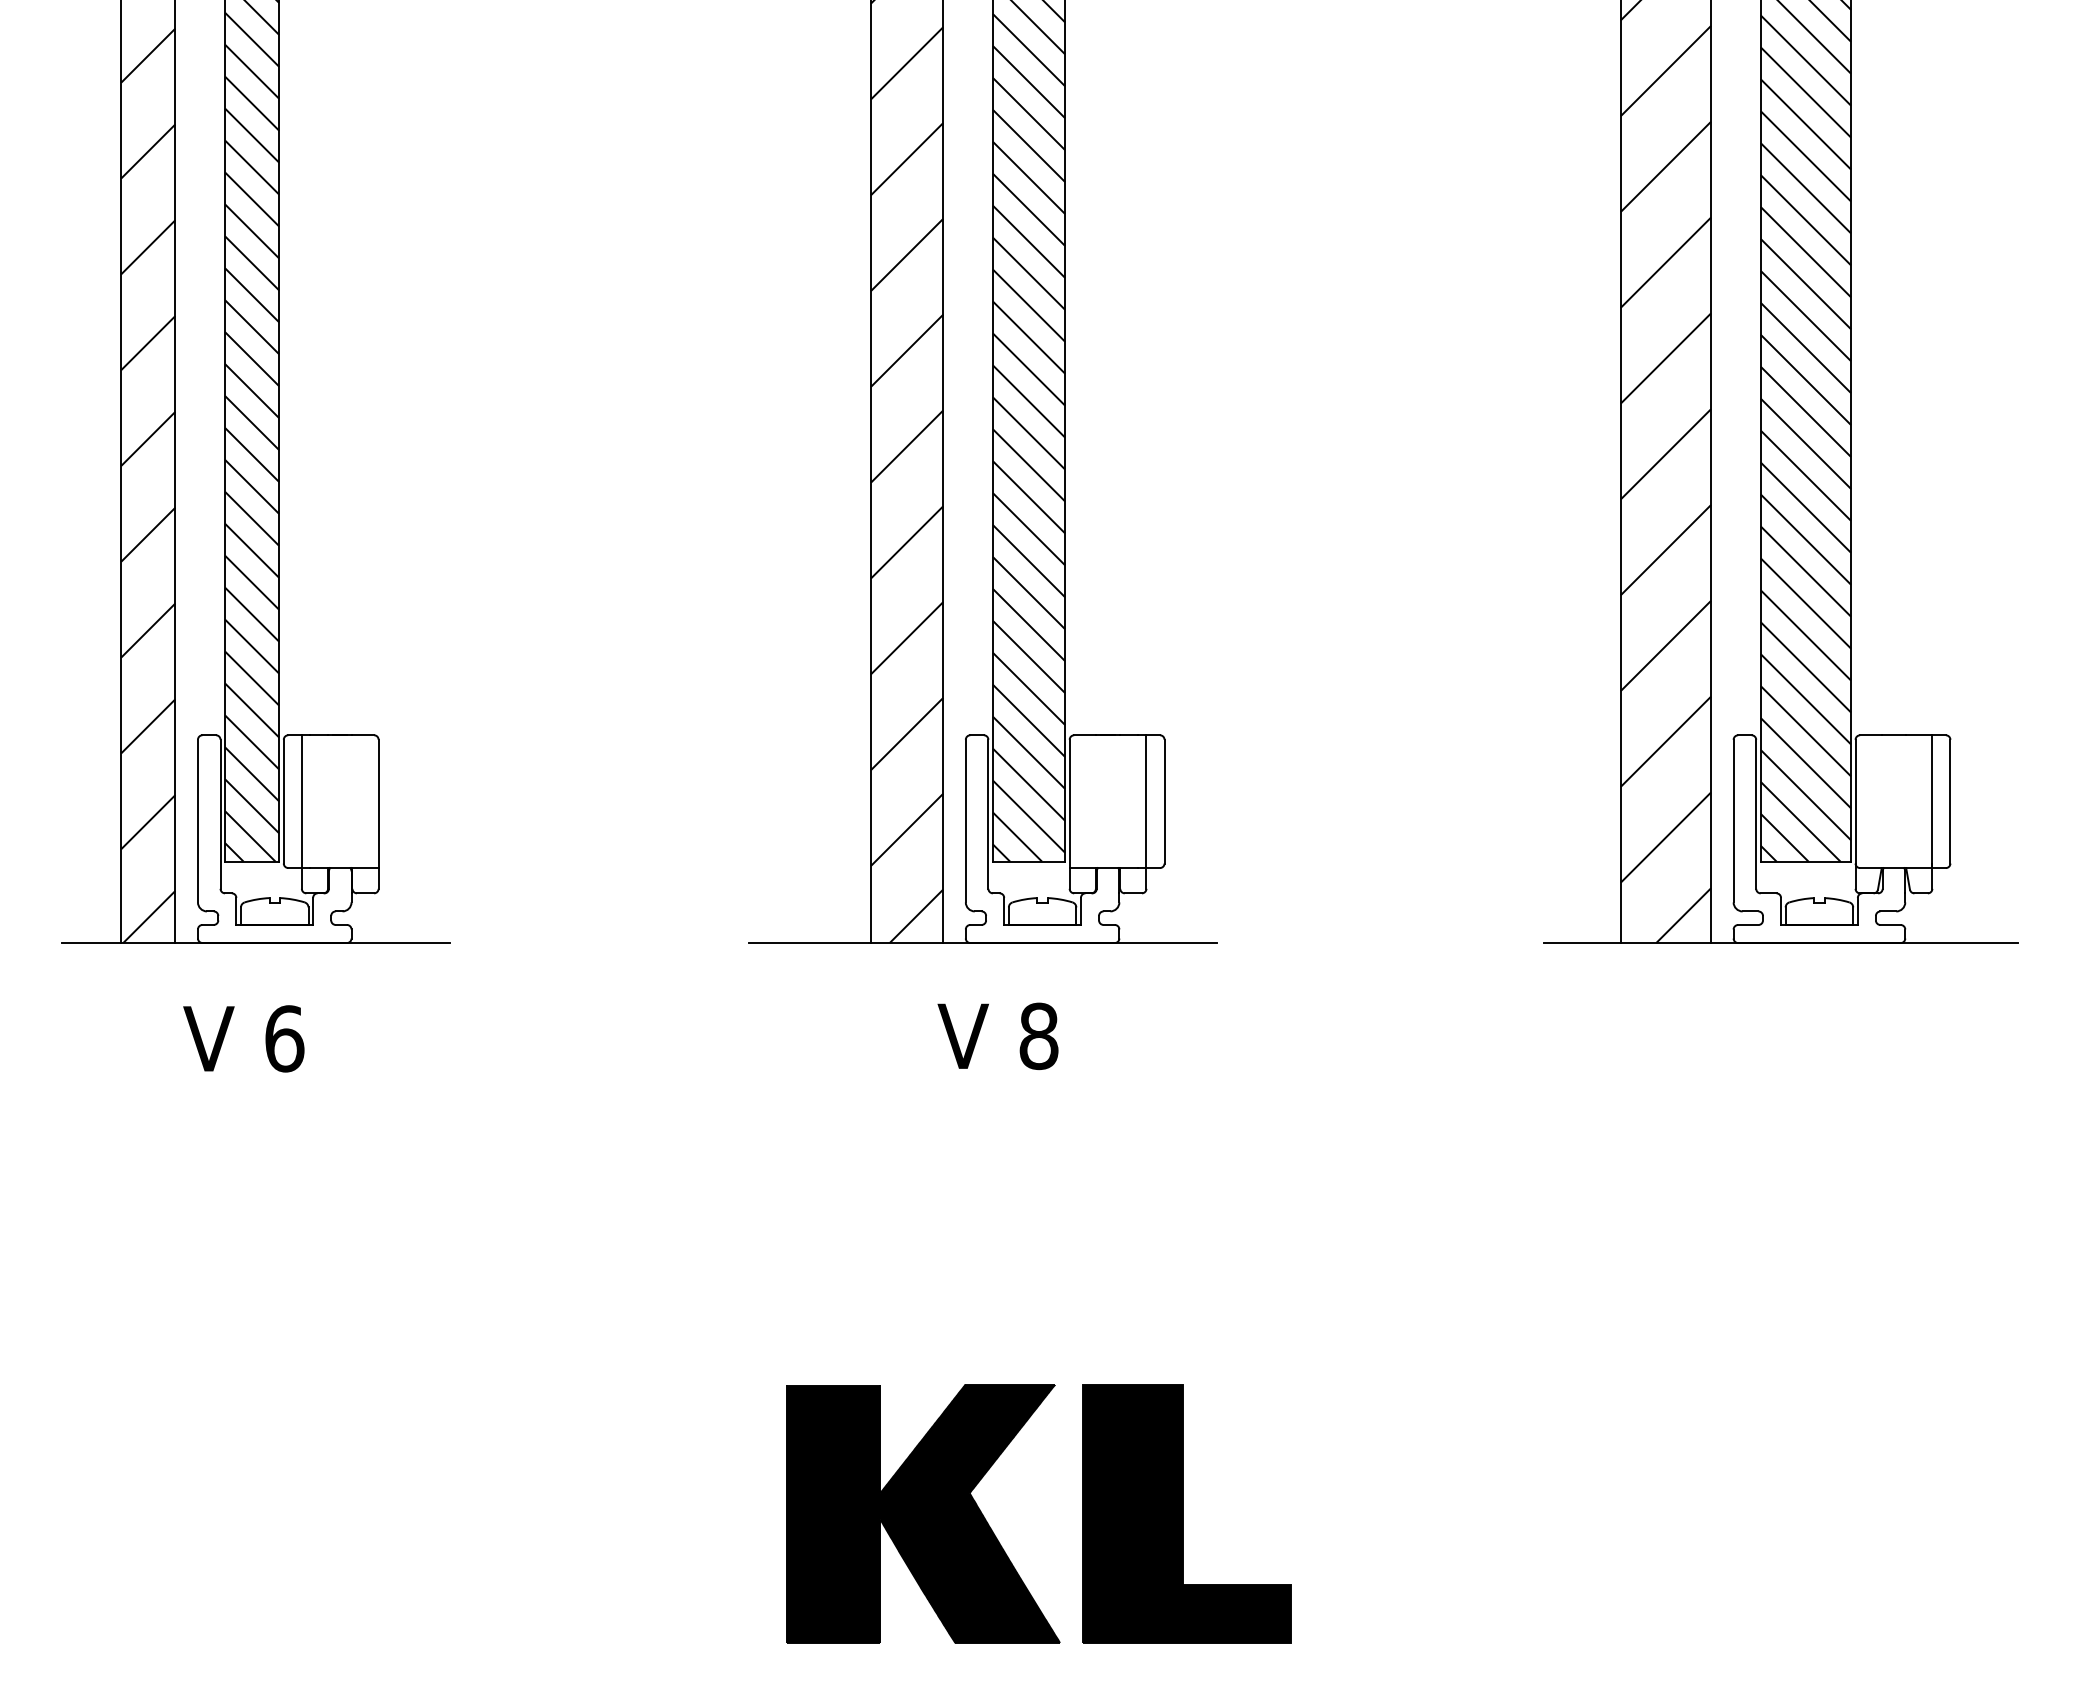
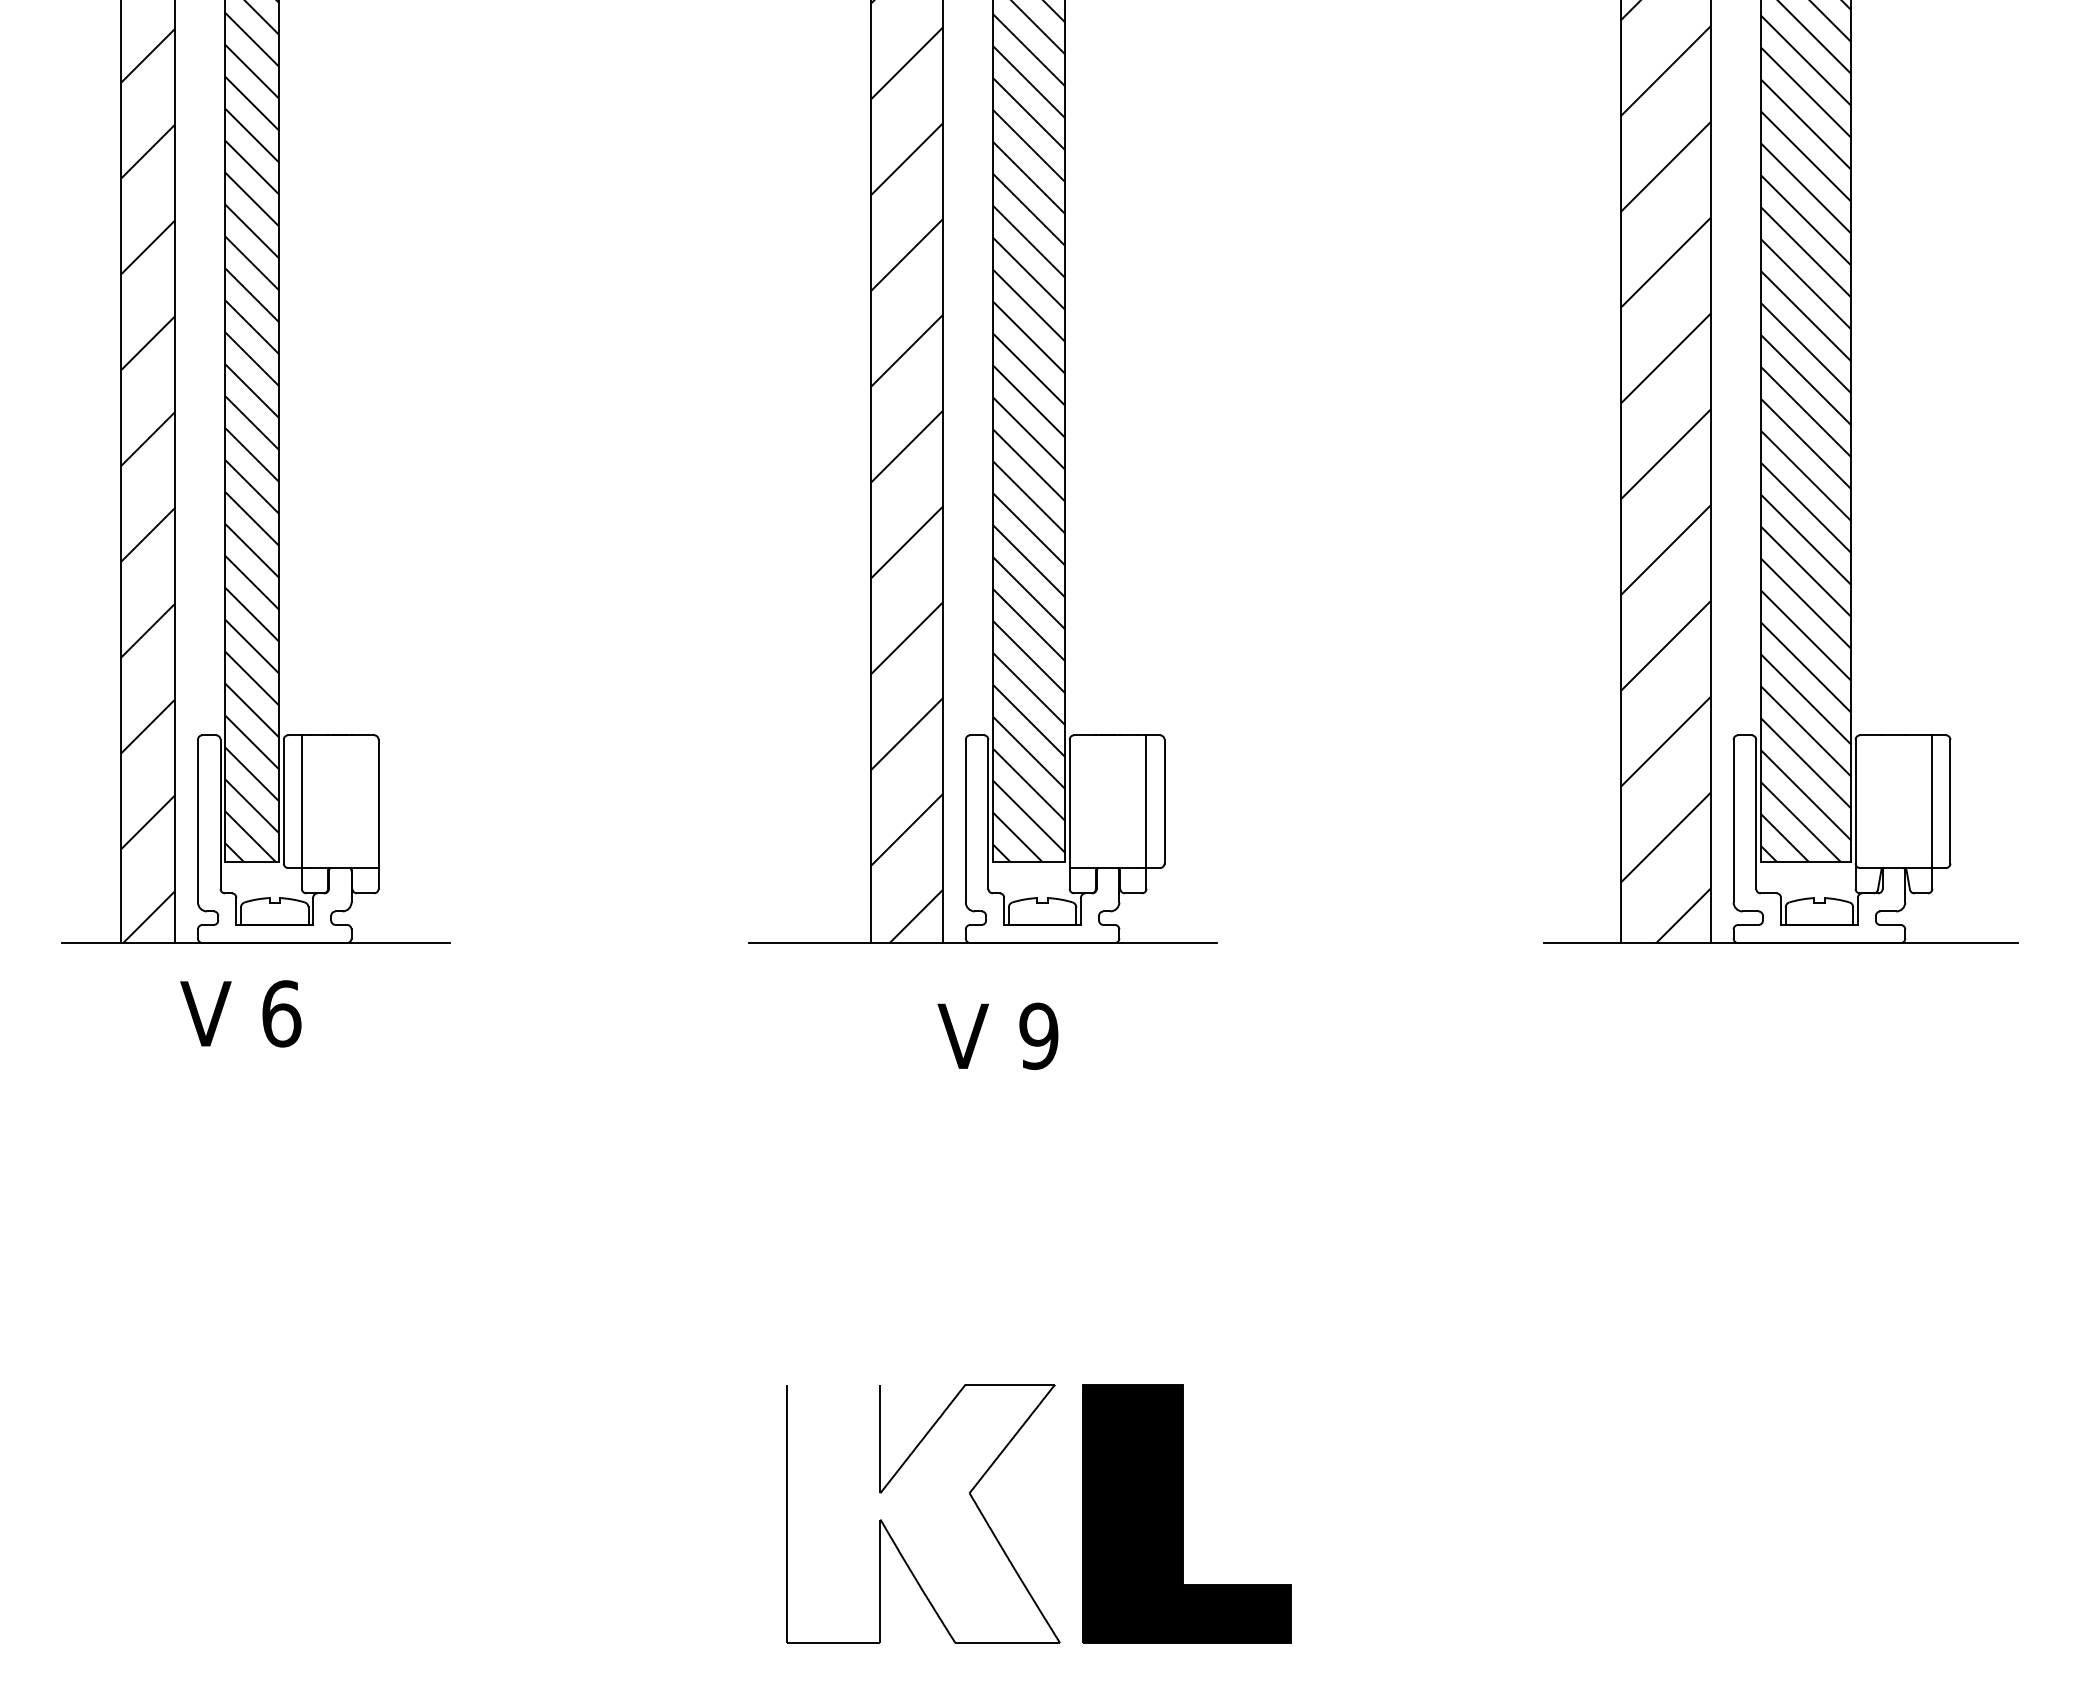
text at (1038, 1036): 8 -> 9
text at (243, 1038) position: (243, 1038) -> (240, 1013)
fill at (923, 1514): present -> none
